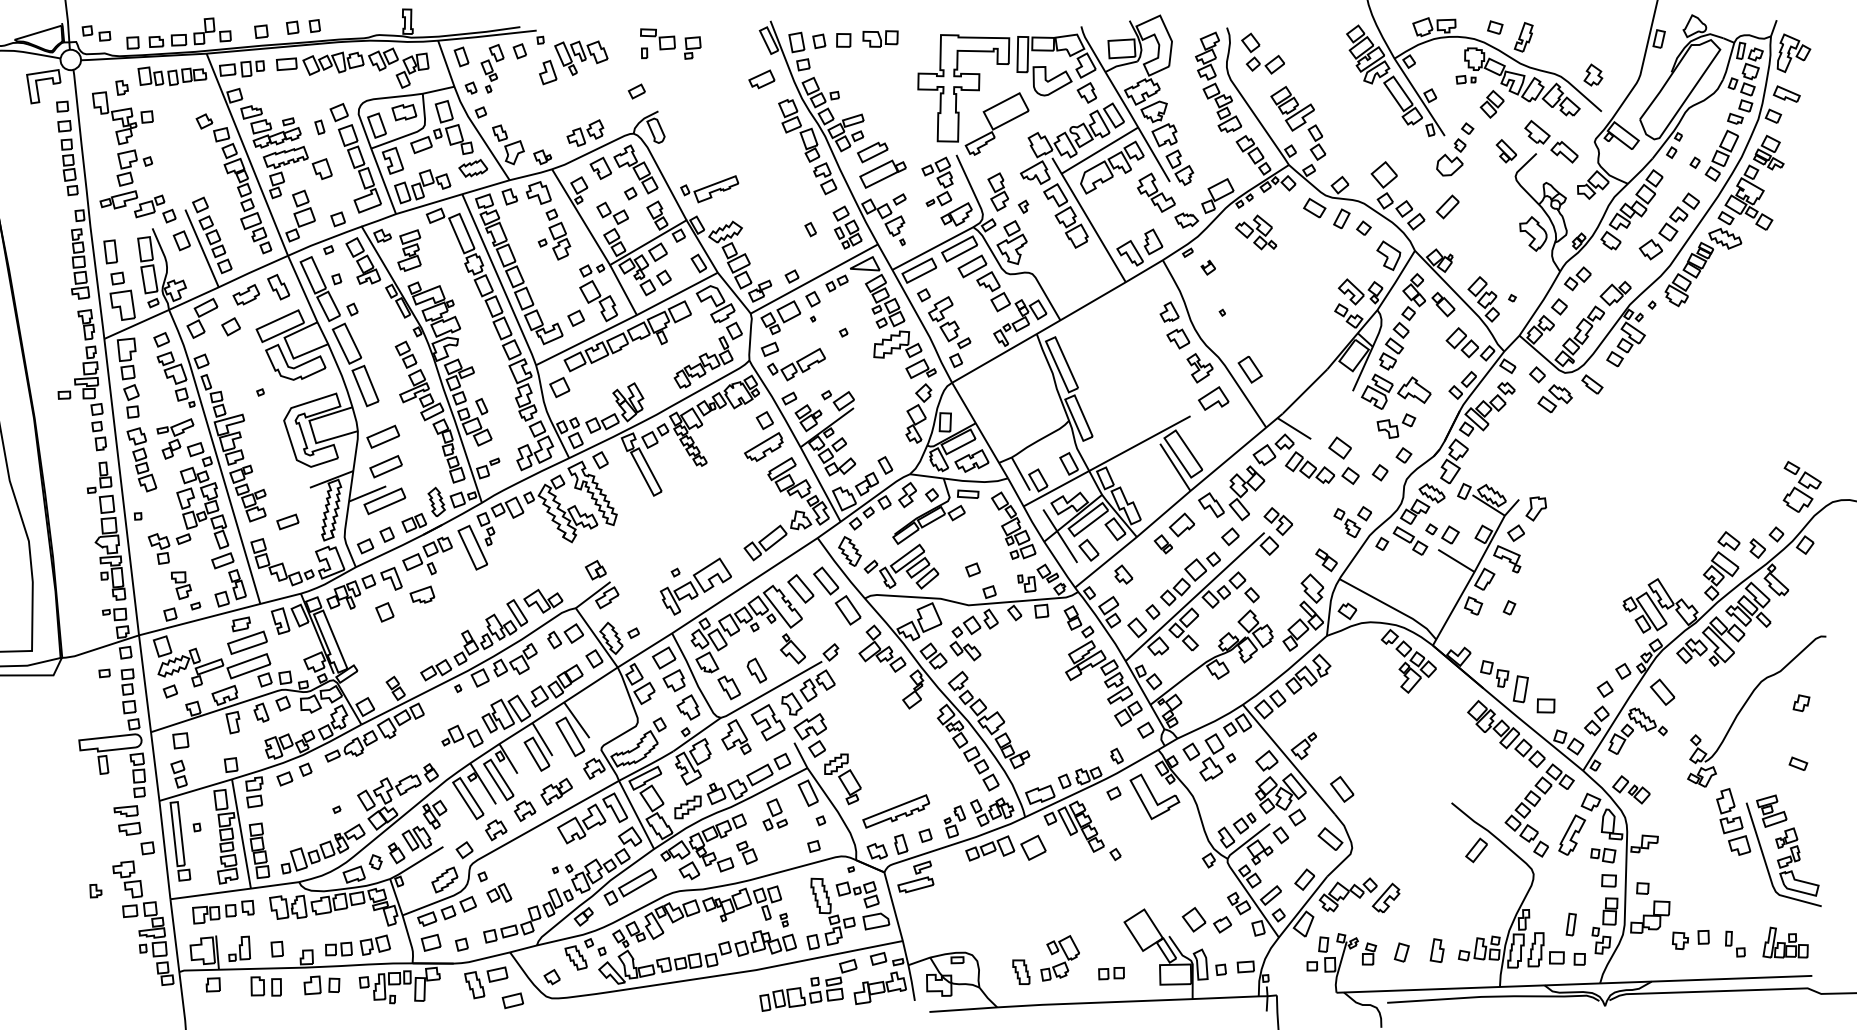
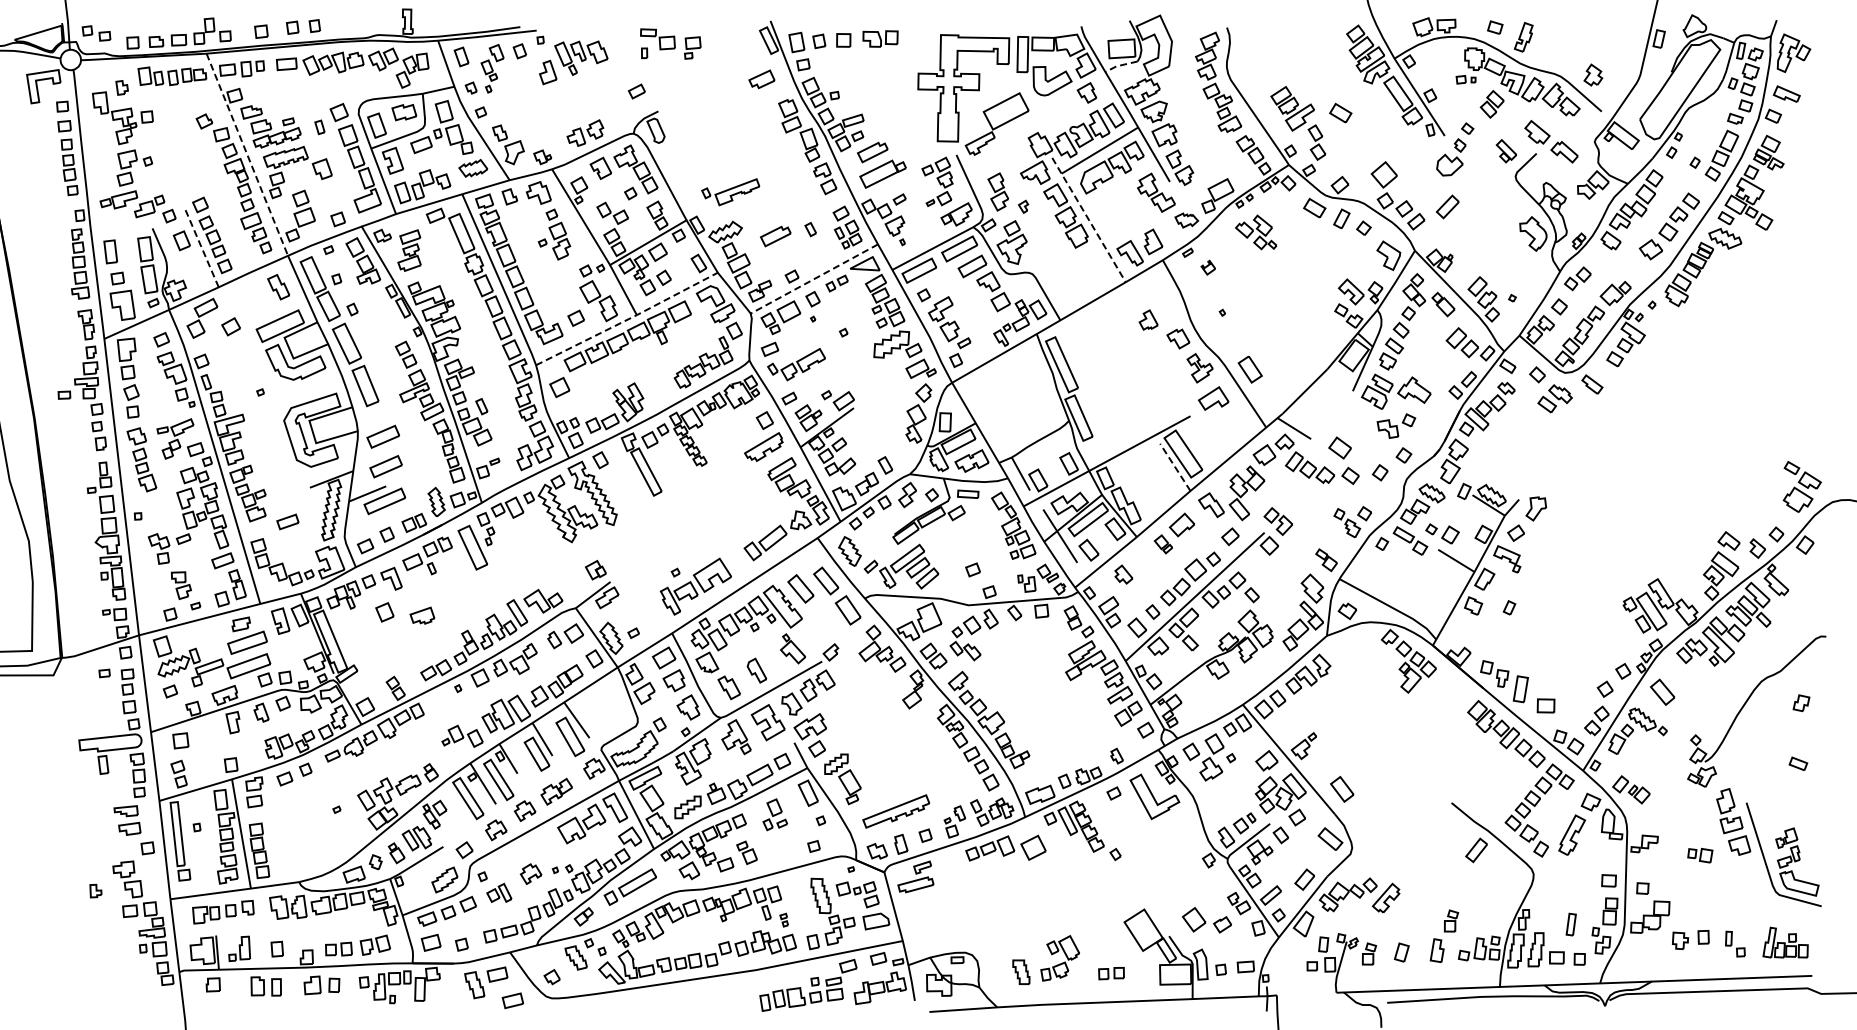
part at (1257, 48): present -> none
line at (1120, 65): solid -> dashed
part at (1340, 112): none -> present
line at (247, 154): solid -> dashed
part at (709, 189) position: (709, 189) -> (730, 192)
line at (1088, 219): solid -> dashed
part at (775, 236): none -> present
line at (201, 248): solid -> dashed
line at (813, 279): solid -> dashed
part at (246, 294): present -> none
part at (1169, 311) position: (1169, 311) -> (1148, 319)
line at (627, 319): solid -> dashed
line at (1175, 467): solid -> dashed
part at (422, 594) position: (422, 594) -> (422, 615)
part at (1771, 810): present -> none
part at (322, 848): present -> none
part at (1603, 855) position: (1603, 855) -> (1700, 855)
part at (530, 874): none -> present
part at (1451, 920): none -> present
